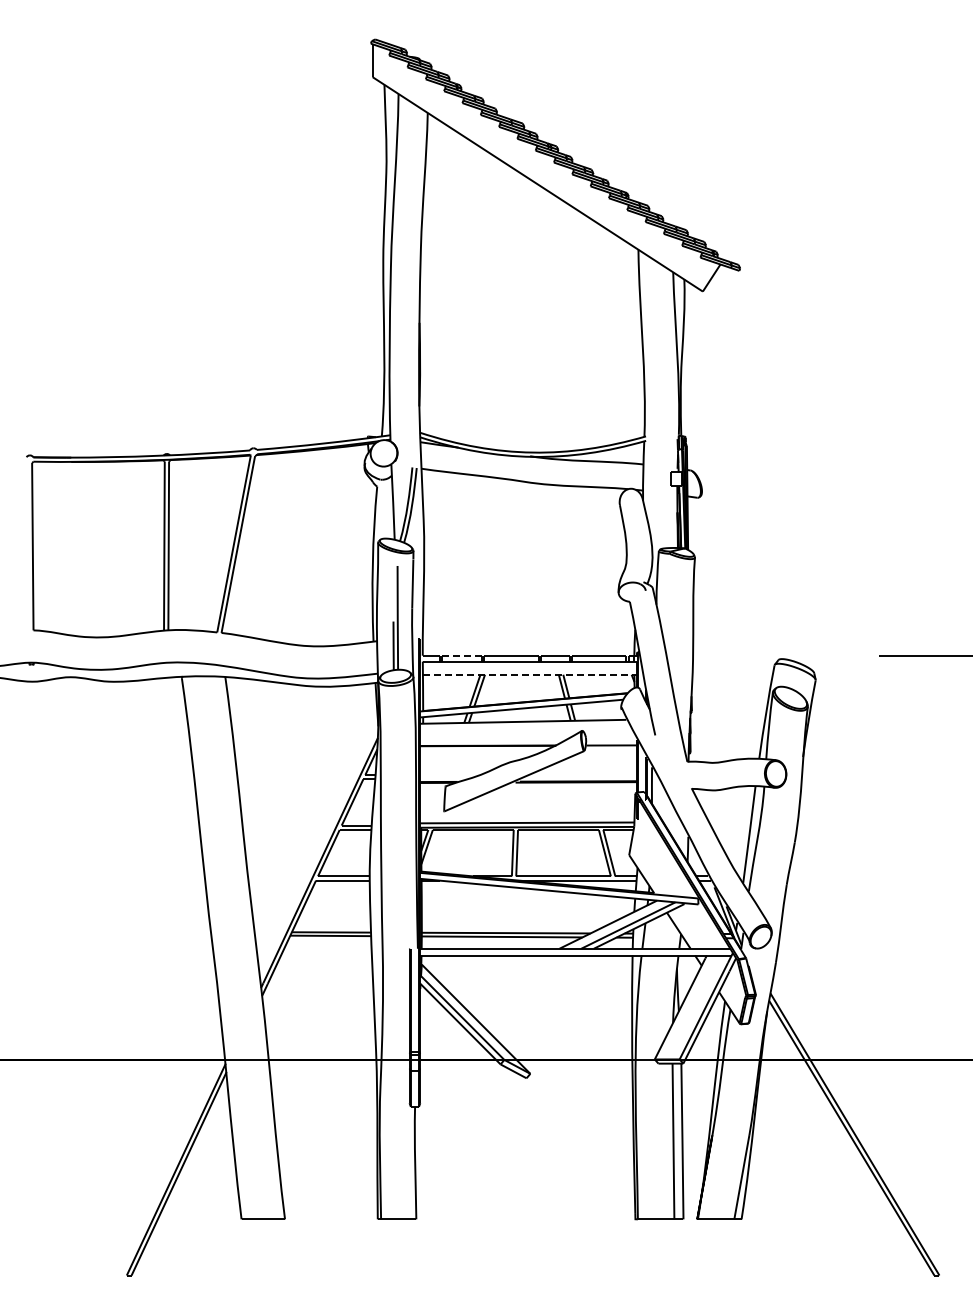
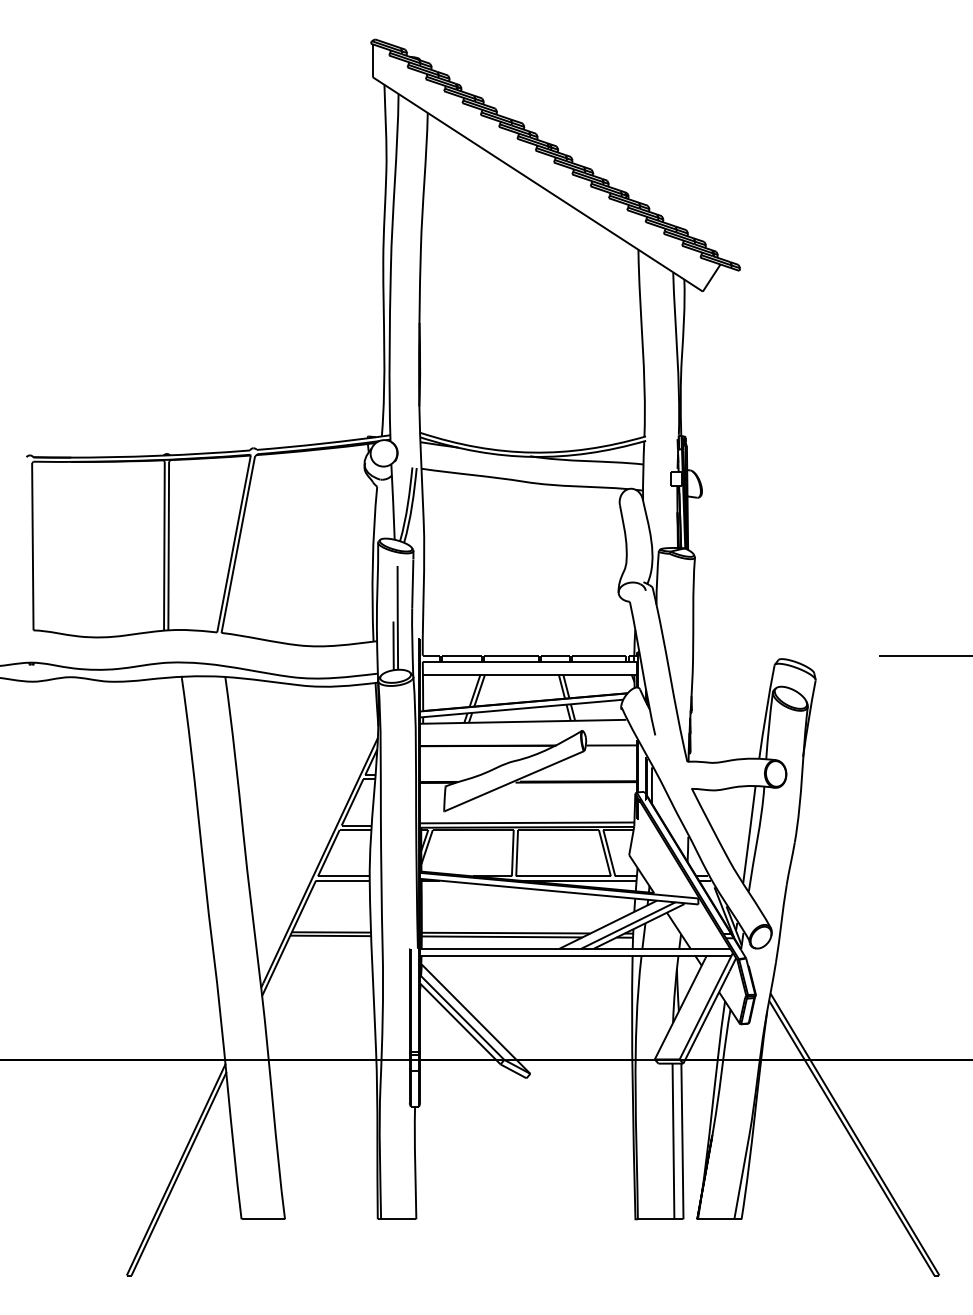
line at (462, 655): dashed -> solid
line at (529, 674): dashed -> solid
